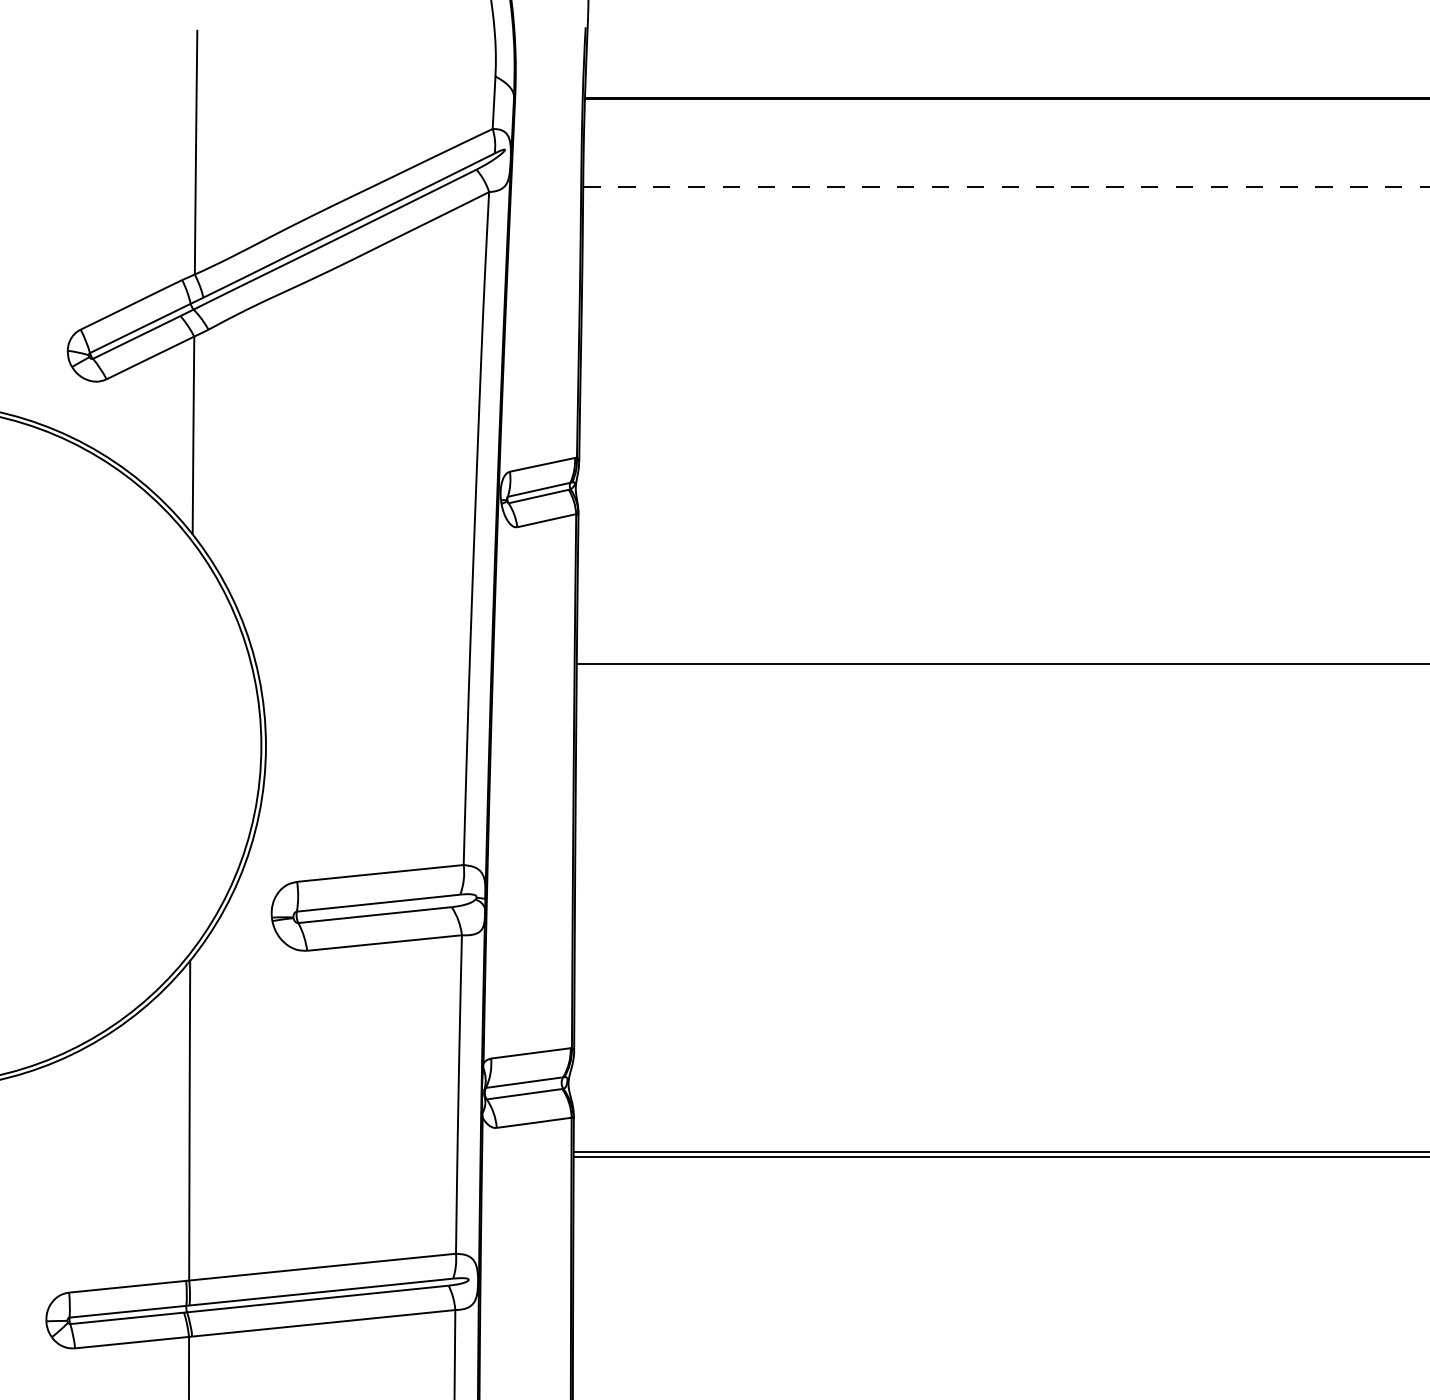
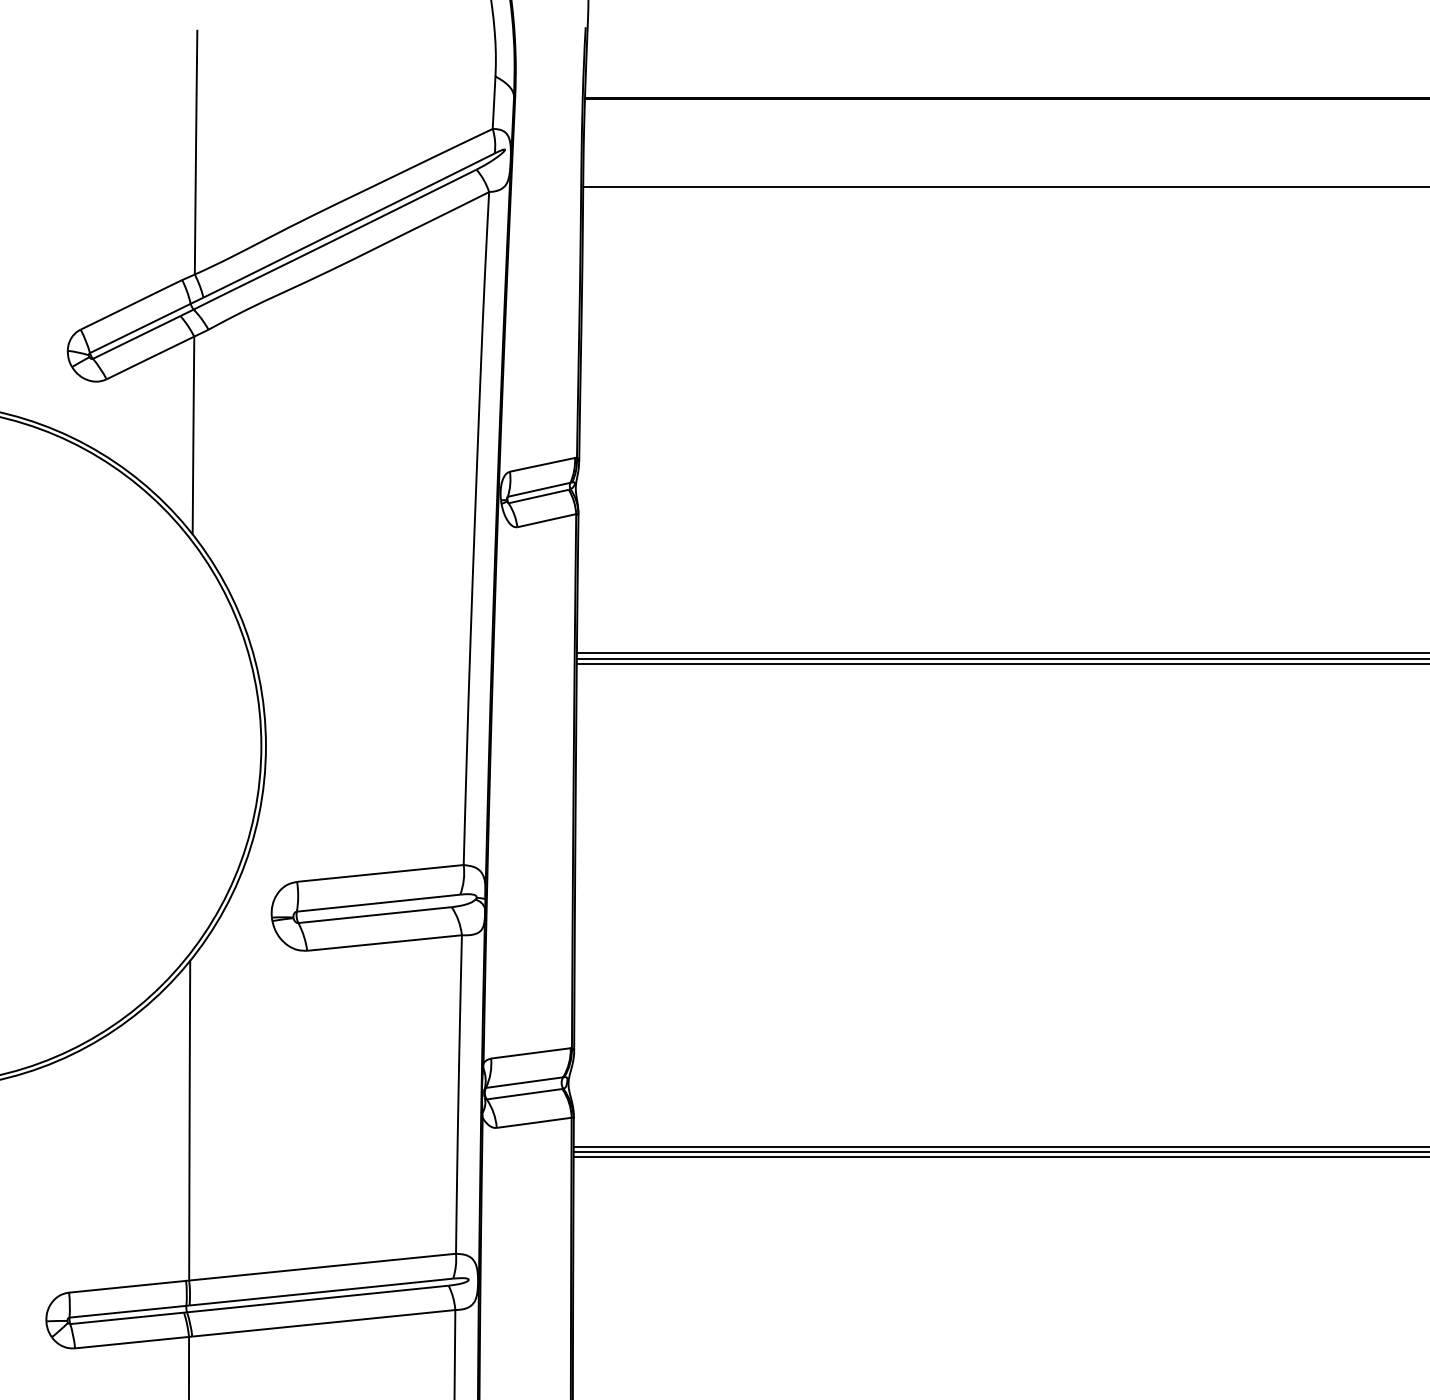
line at (1007, 187): dashed -> solid
line at (1001, 653): none -> present
line at (1001, 658): none -> present
line at (999, 1147): none -> present
